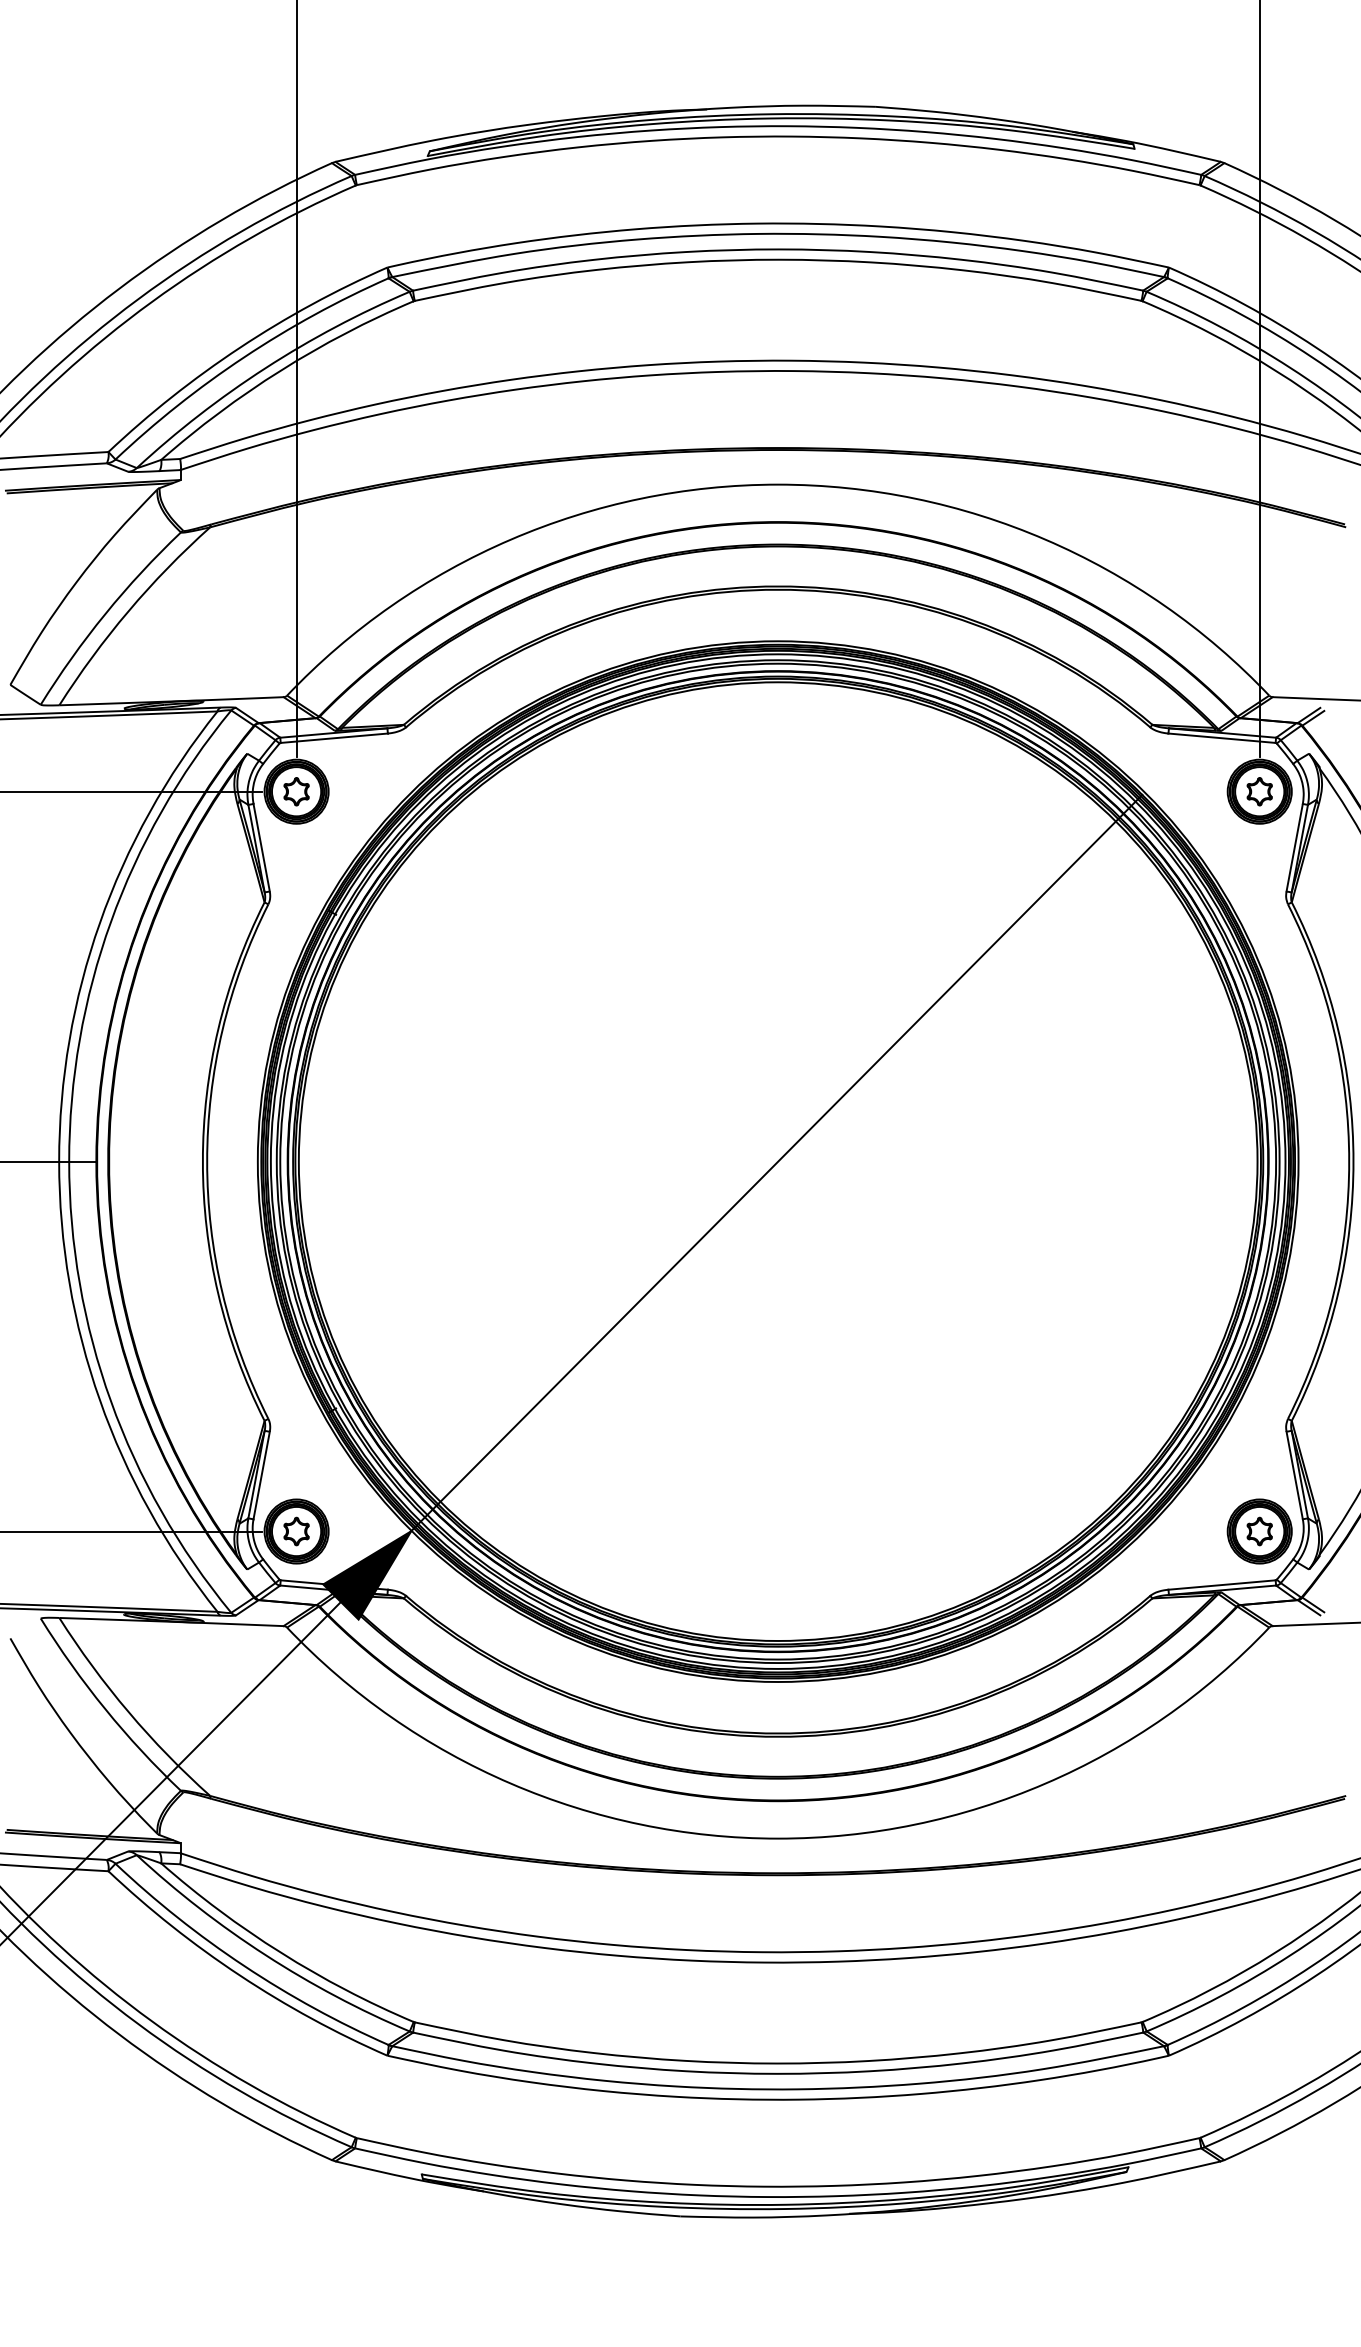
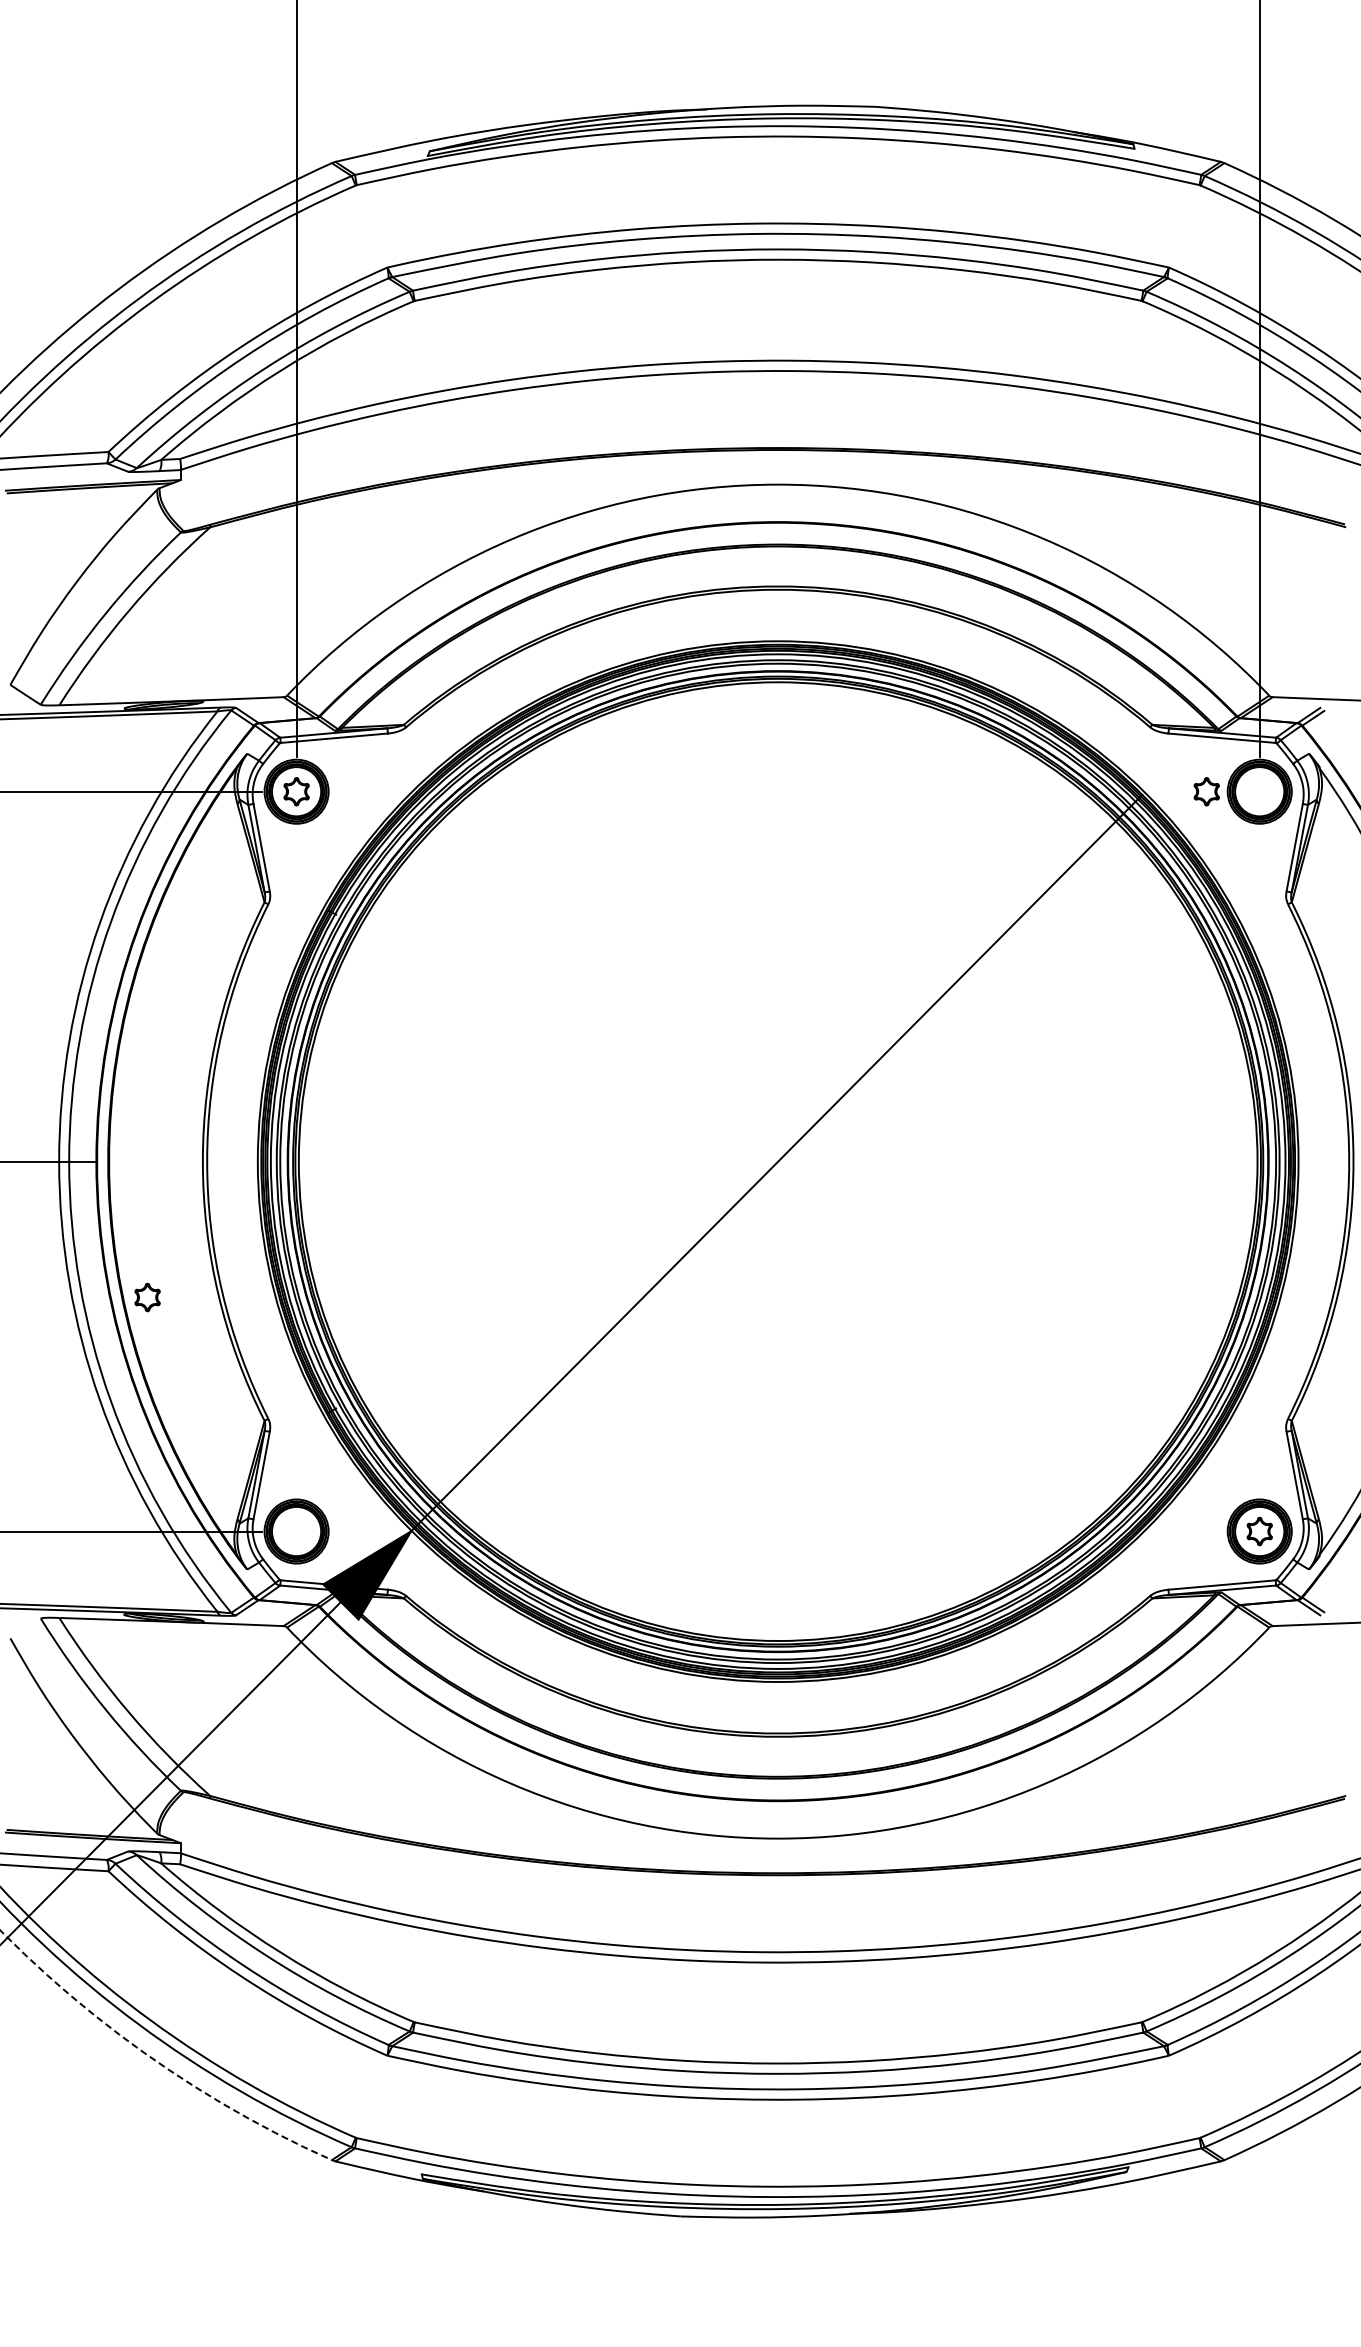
part at (1259, 791) position: (1259, 791) -> (1206, 791)
part at (296, 1531) position: (296, 1531) -> (147, 1297)
arc at (156, 2061): solid -> dashed
